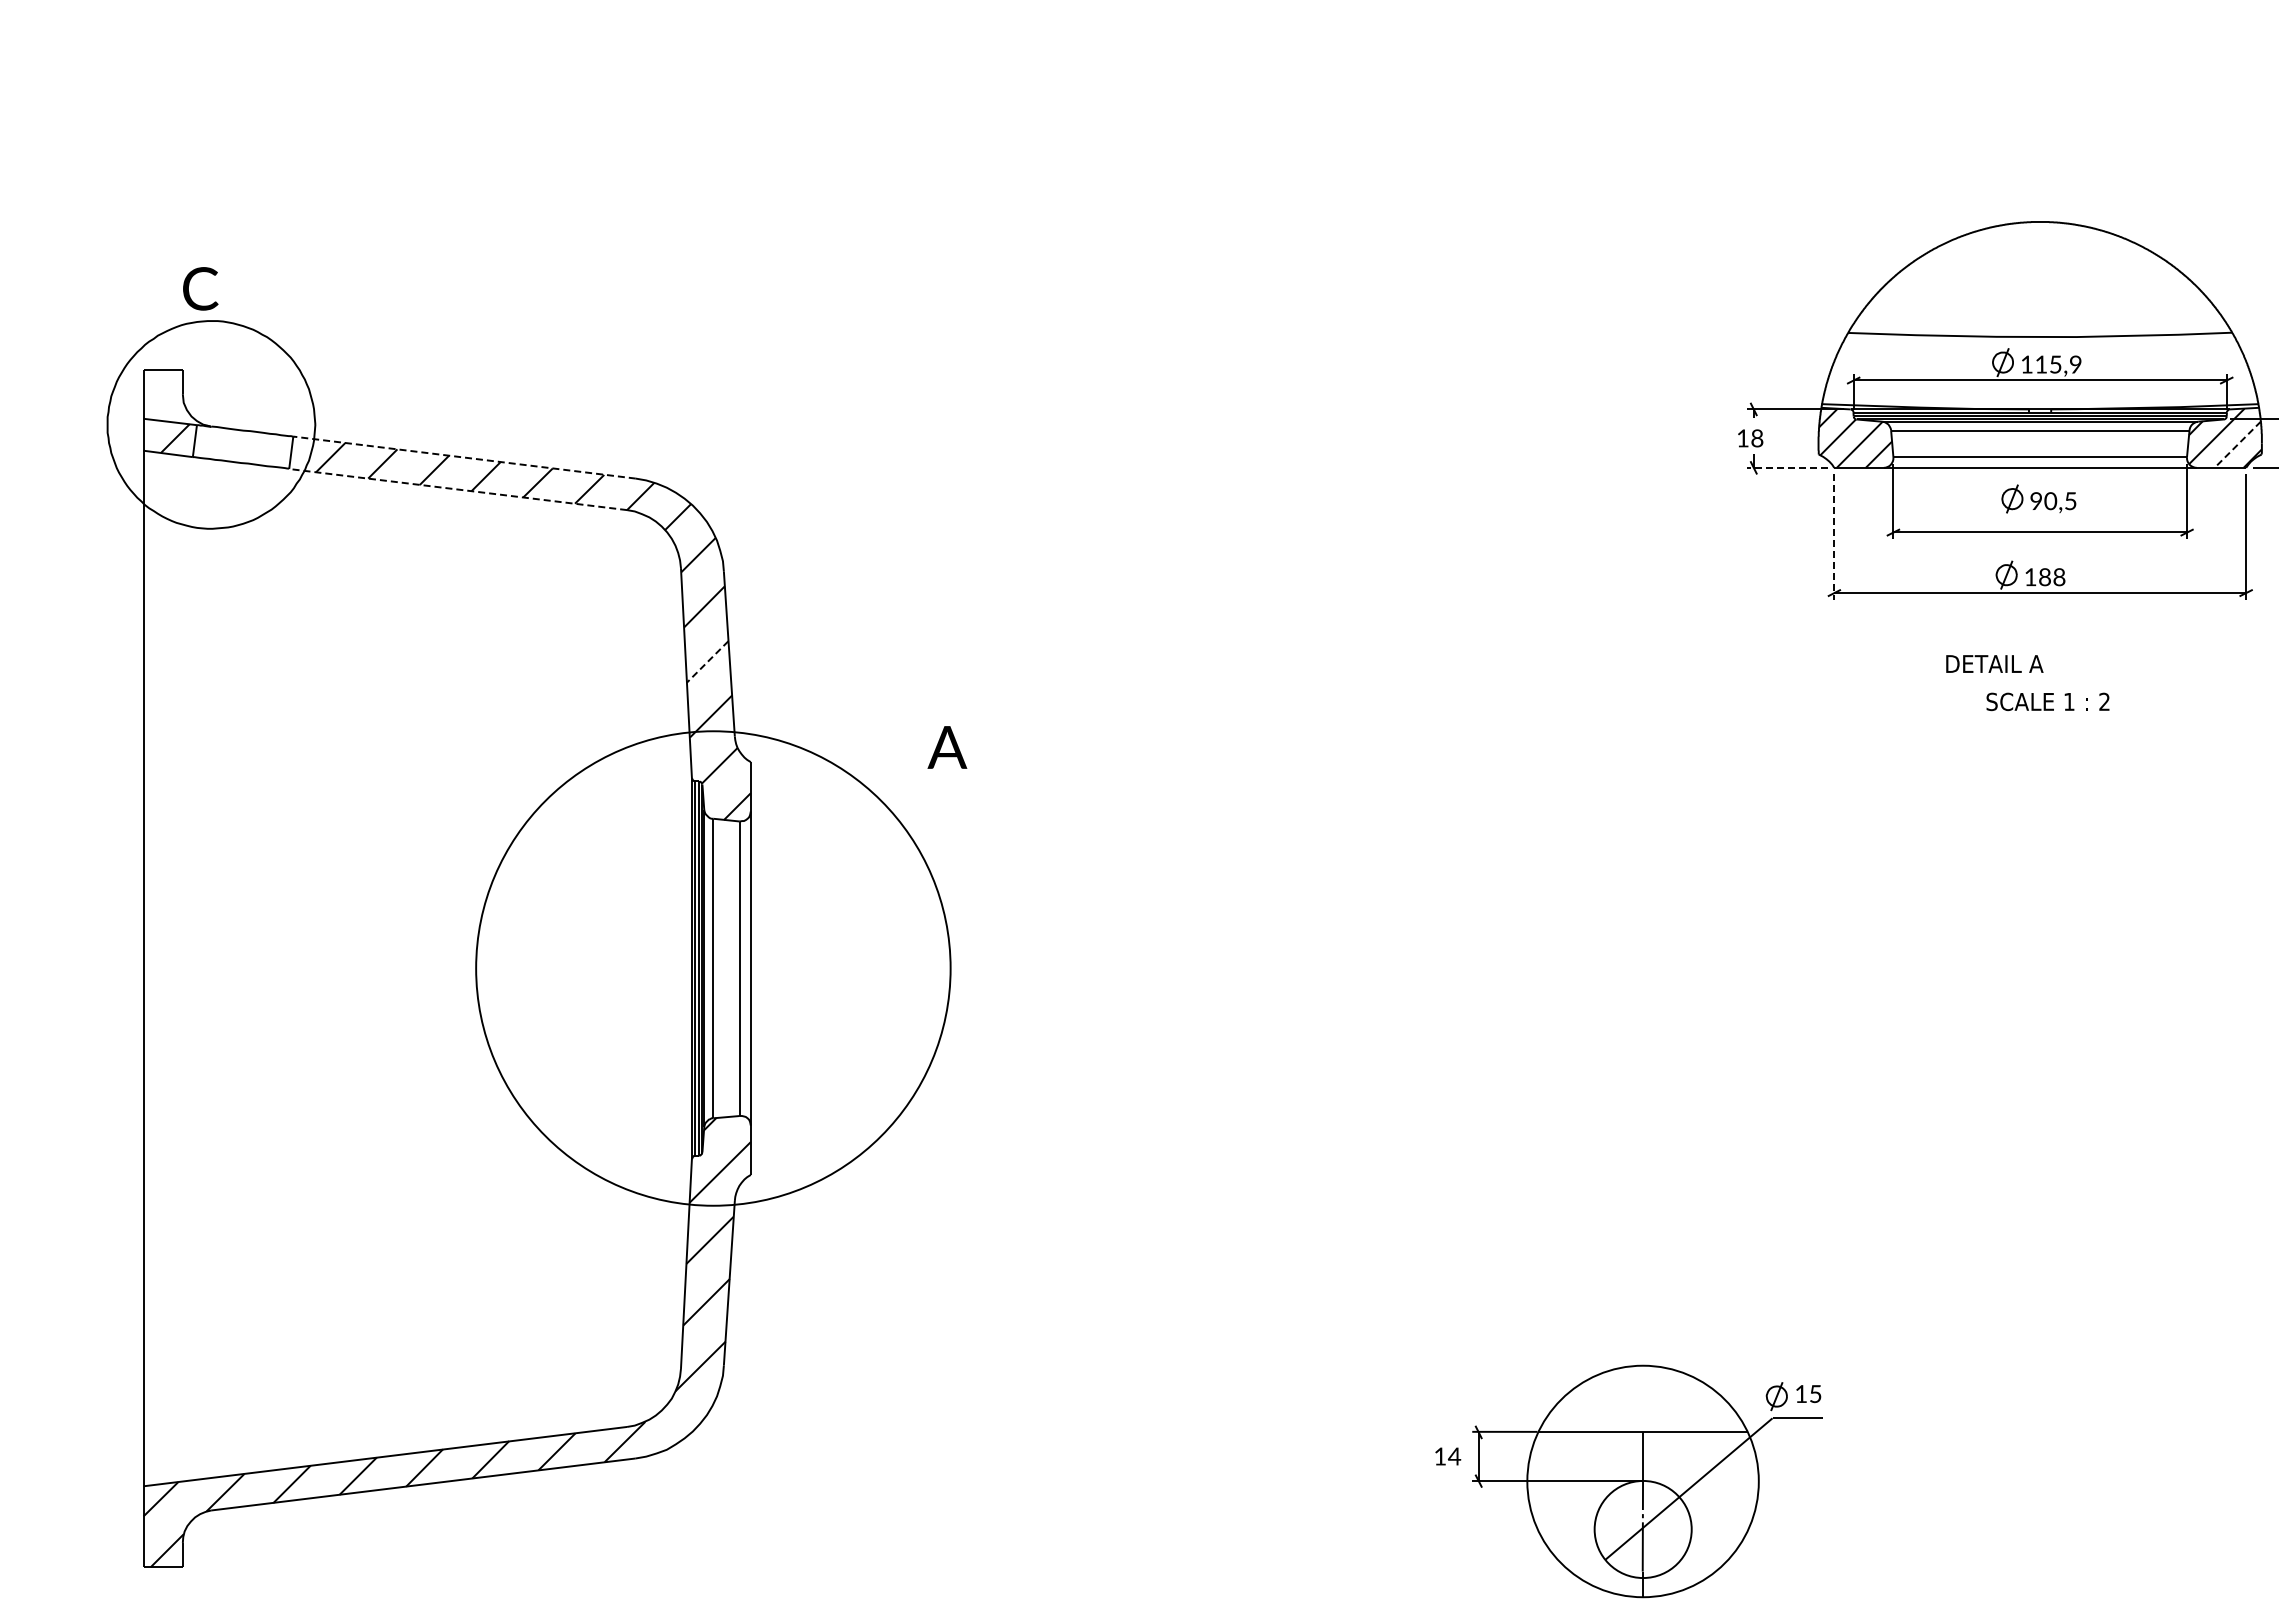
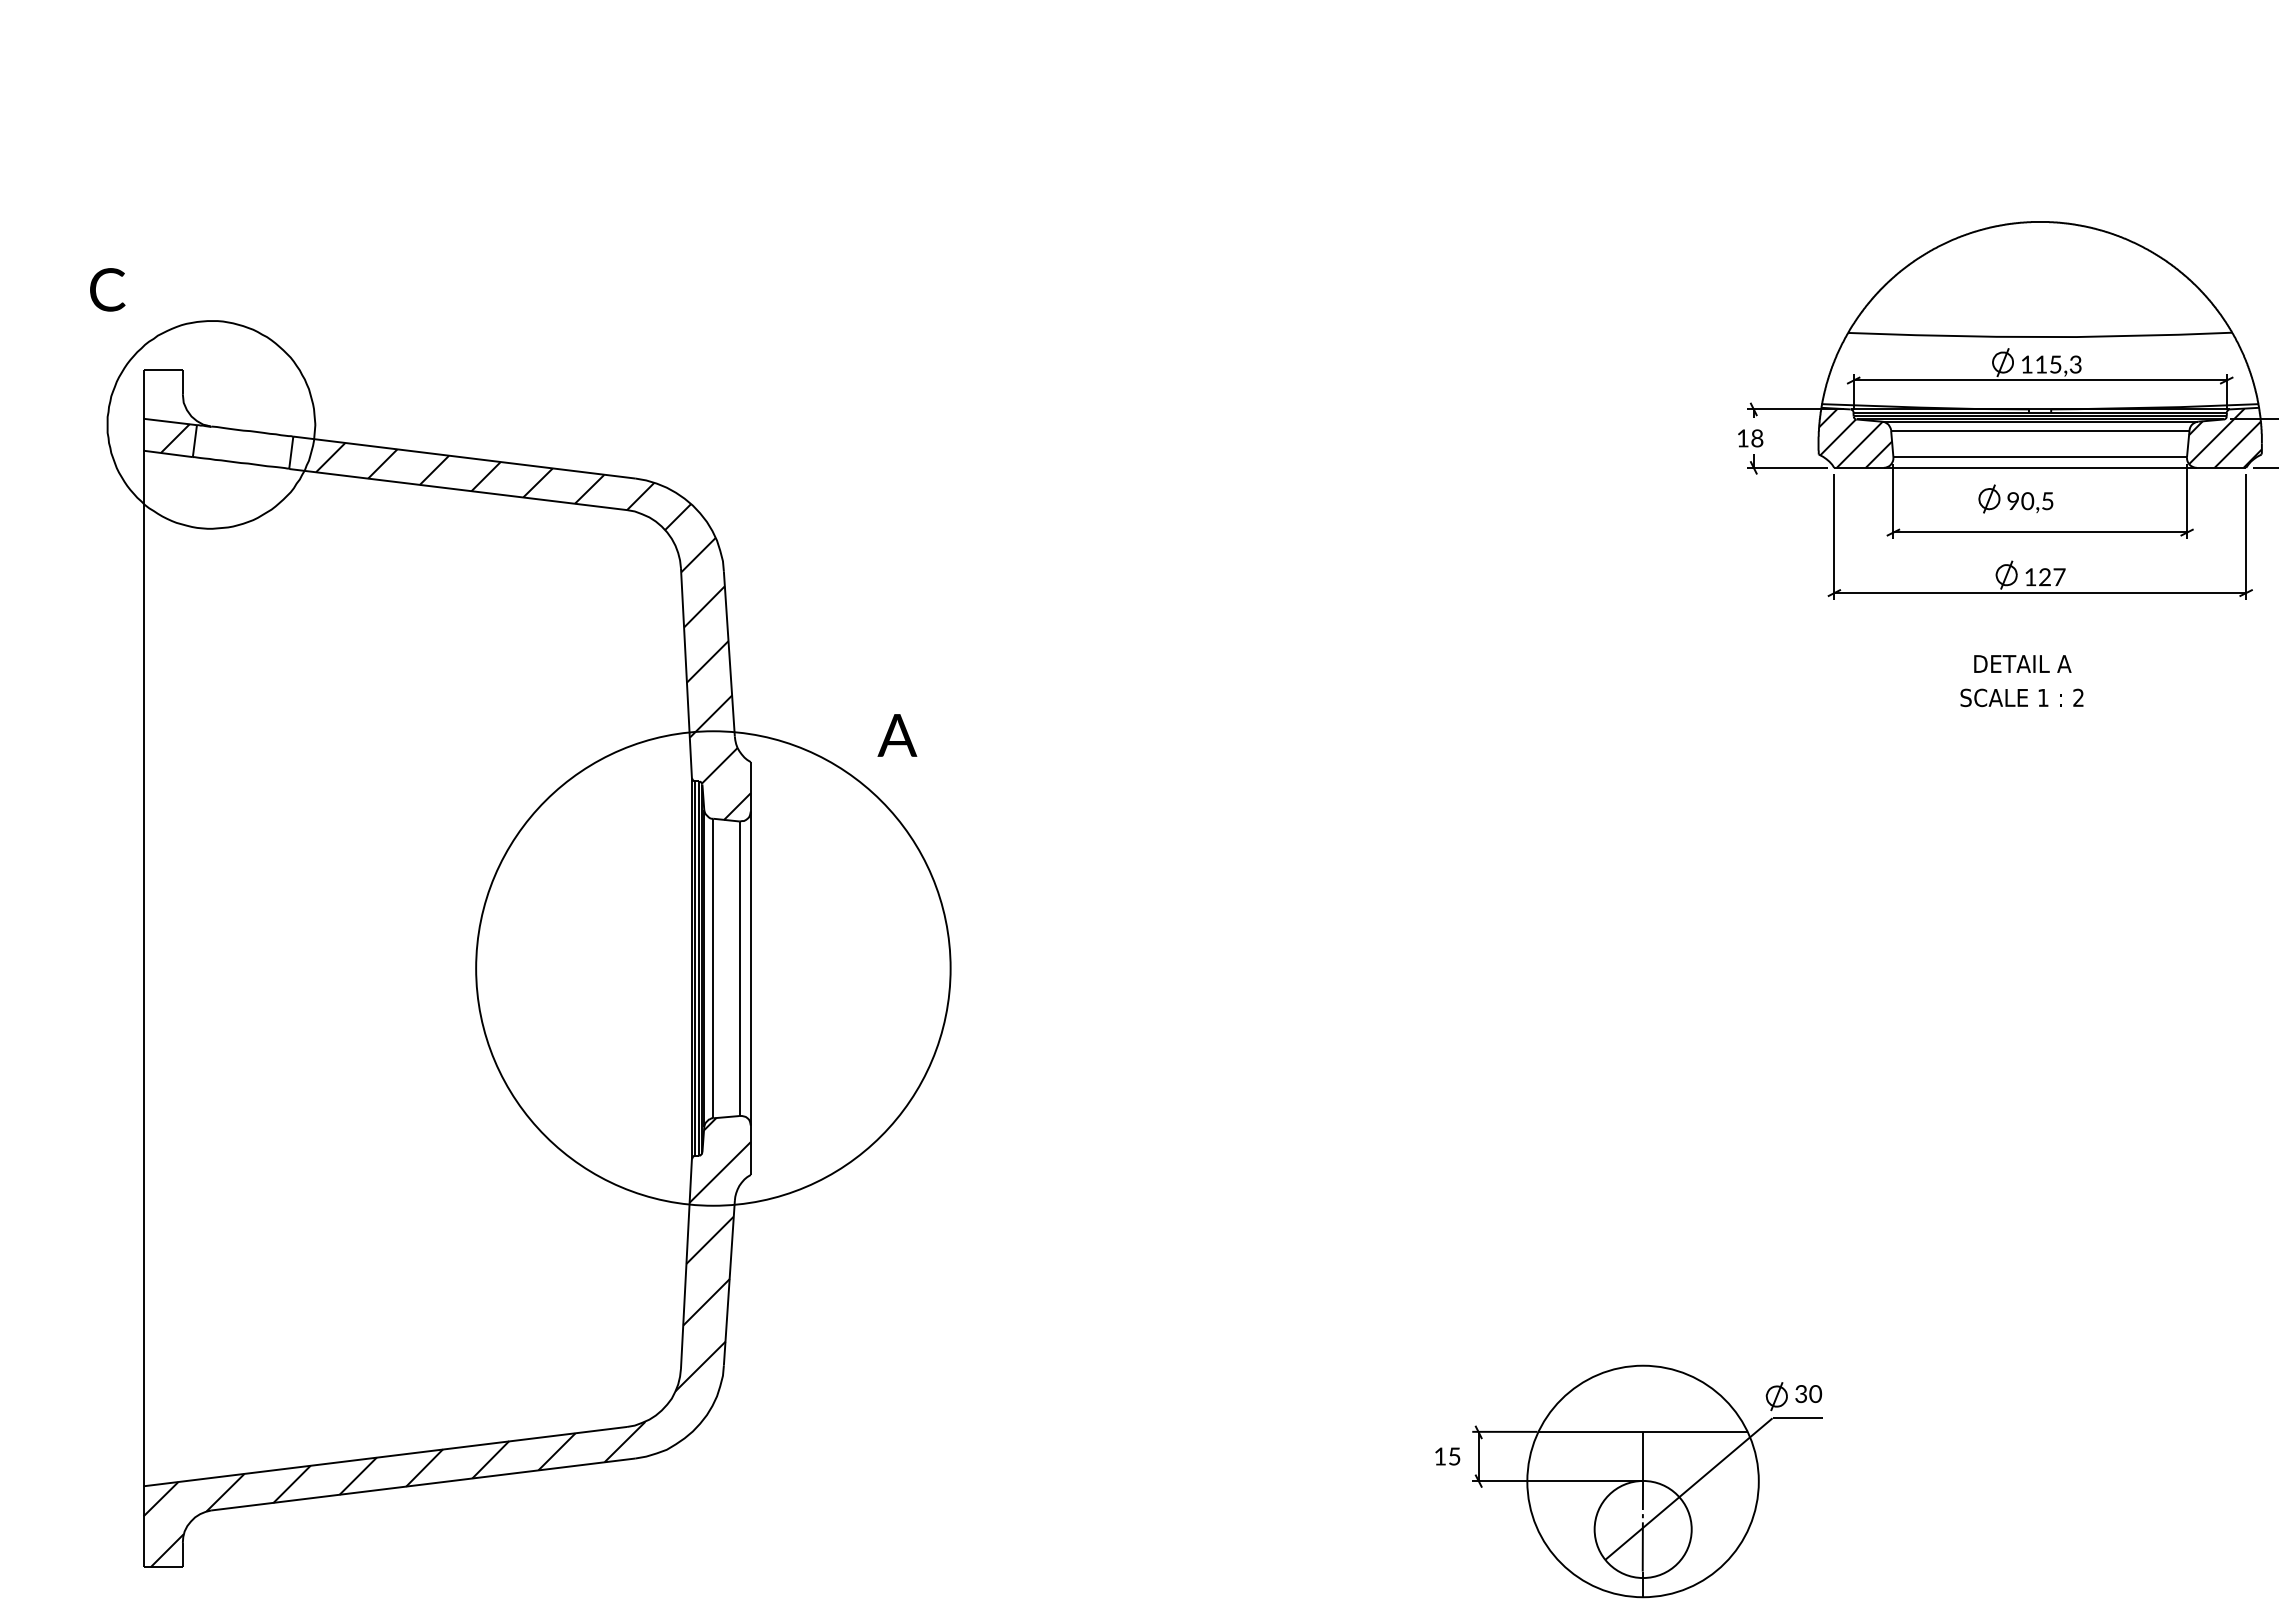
text at (200, 288) position: (200, 288) -> (107, 289)
text at (2075, 364): 115,9 -> 115,3
line at (2237, 444): dashed -> solid
line at (464, 457): dashed -> solid
line at (1787, 467): dashed -> solid
line at (457, 489): dashed -> solid
part at (2038, 498) position: (2038, 498) -> (2015, 498)
line at (1834, 536): dashed -> solid
text at (2052, 577): 188 -> 127
line at (707, 662): dashed -> solid
text at (1994, 663) position: (1994, 663) -> (2022, 663)
text at (2047, 701) position: (2047, 701) -> (2021, 697)
text at (947, 747) position: (947, 747) -> (897, 735)
text at (1808, 1394): 15 -> 30
text at (1454, 1456): 14 -> 15
